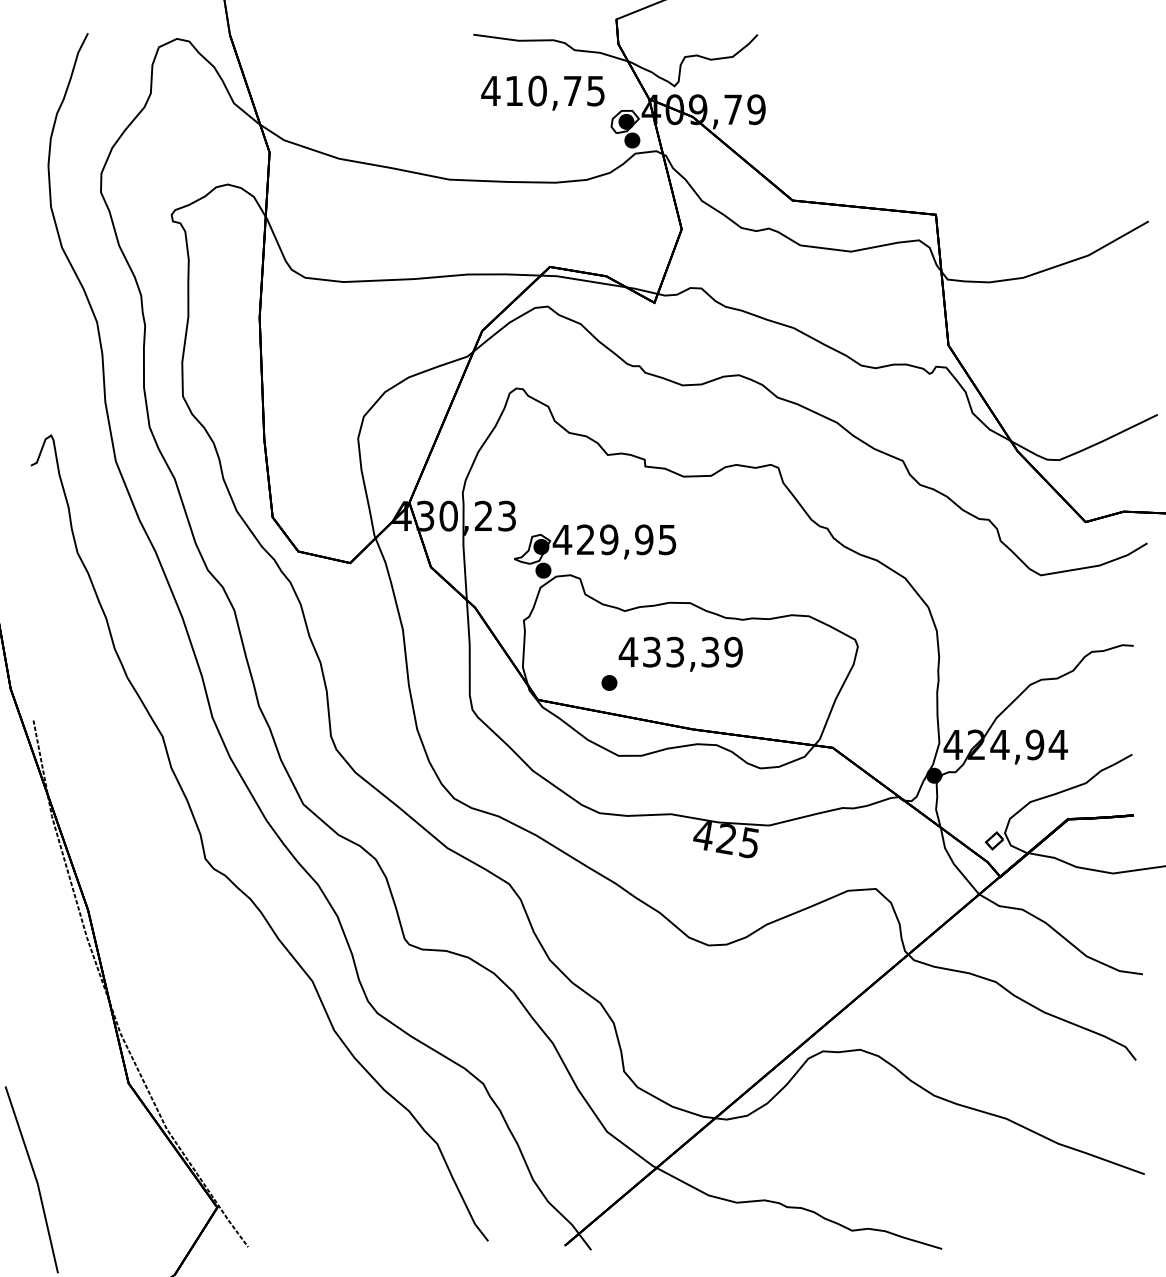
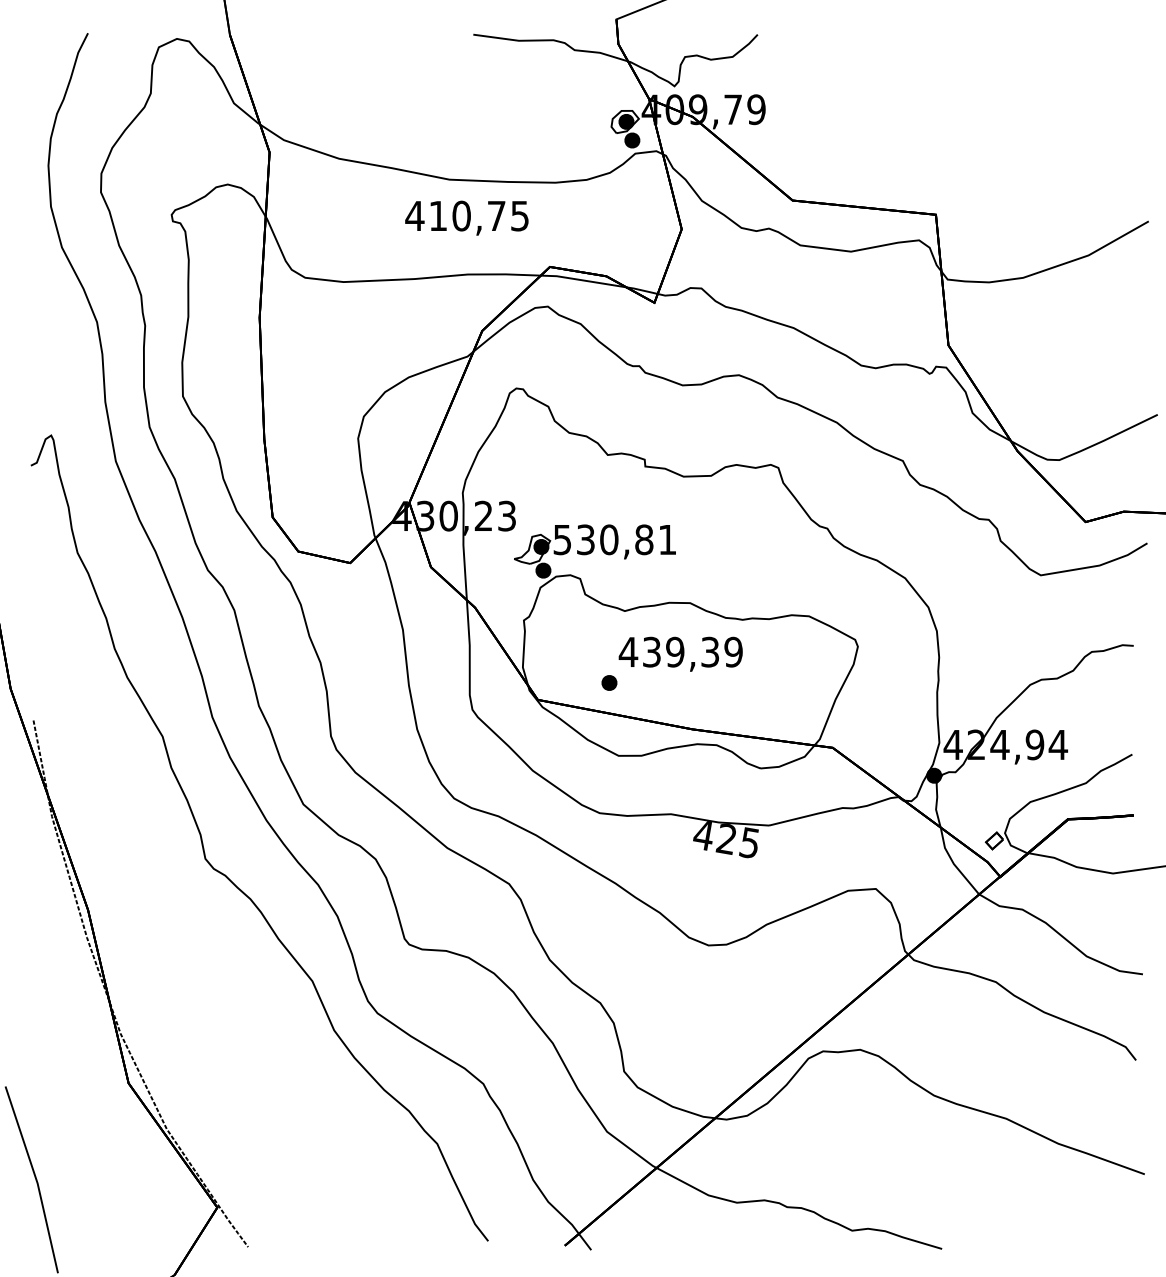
text at (542, 92) position: (542, 92) -> (466, 217)
text at (614, 539): 429,95 -> 530,81
text at (675, 652): 433,39 -> 439,39
